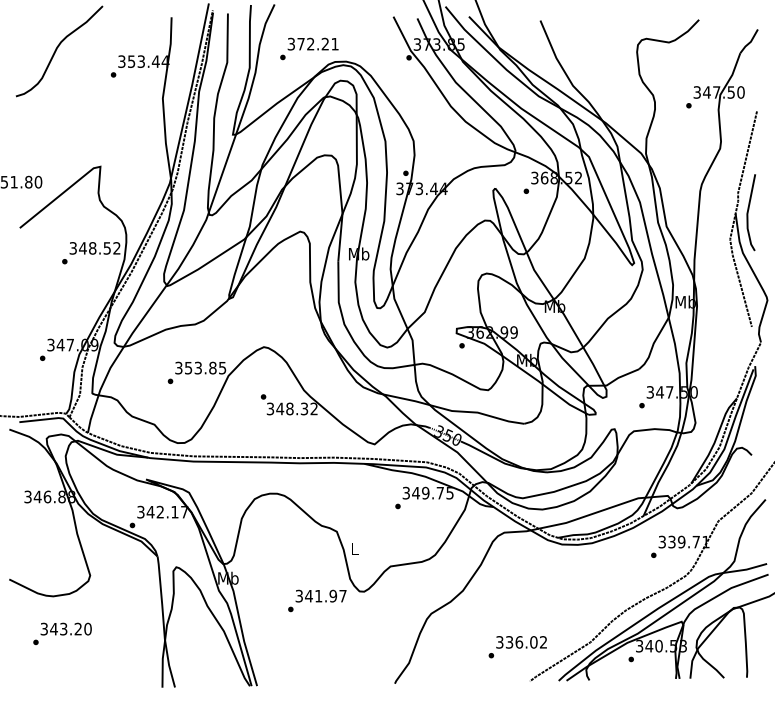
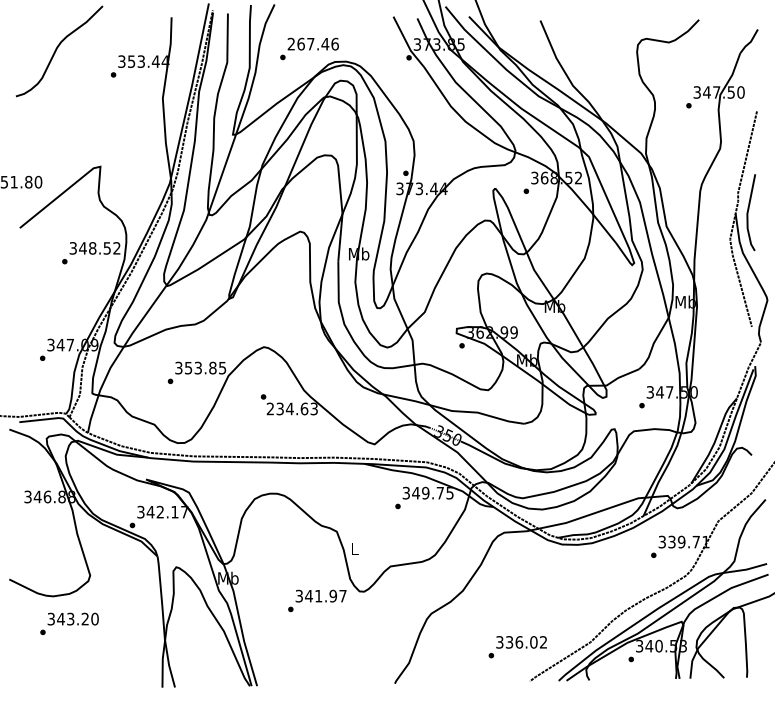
text at (312, 43): 372.21 -> 267.46
text at (291, 408): 348.32 -> 234.63
text at (62, 633) position: (62, 633) -> (69, 623)
